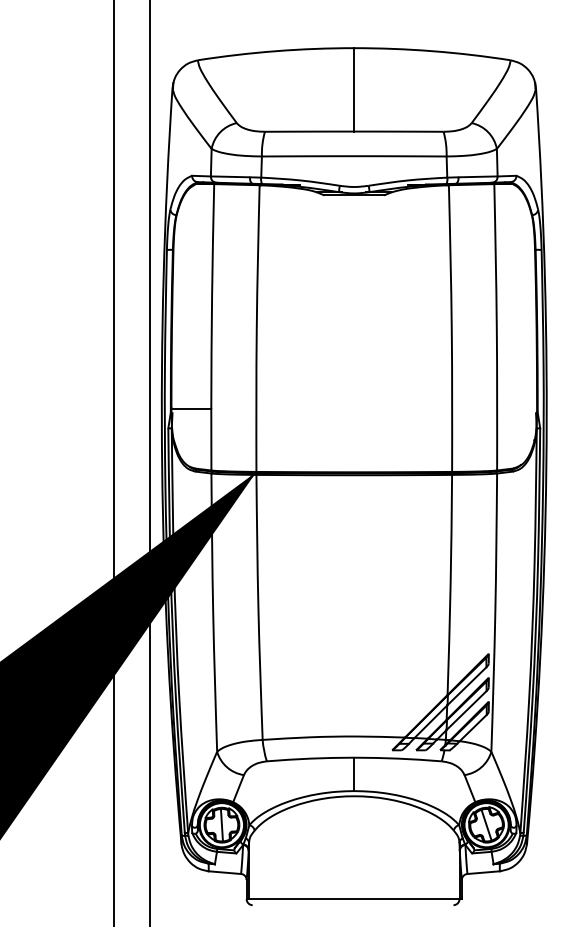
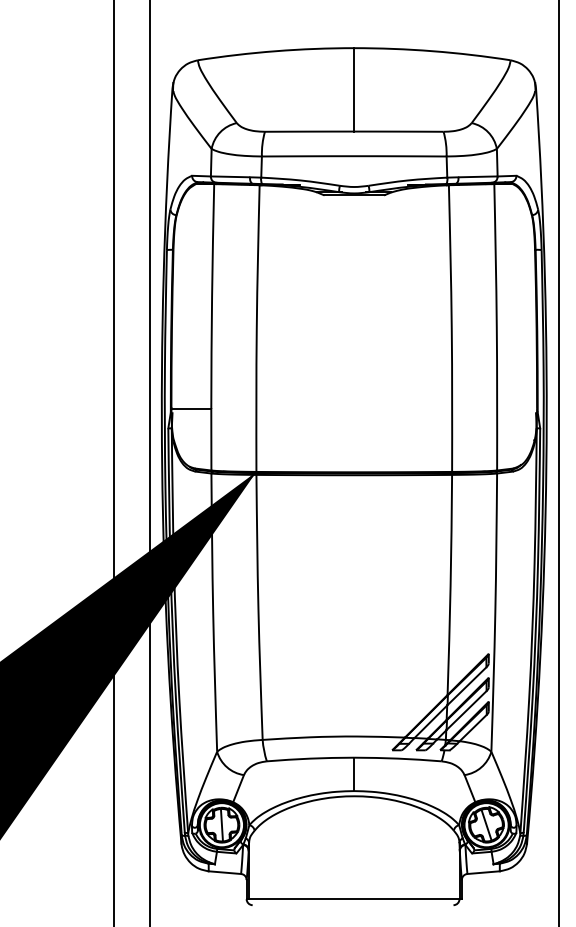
line at (558, 462): none -> present
